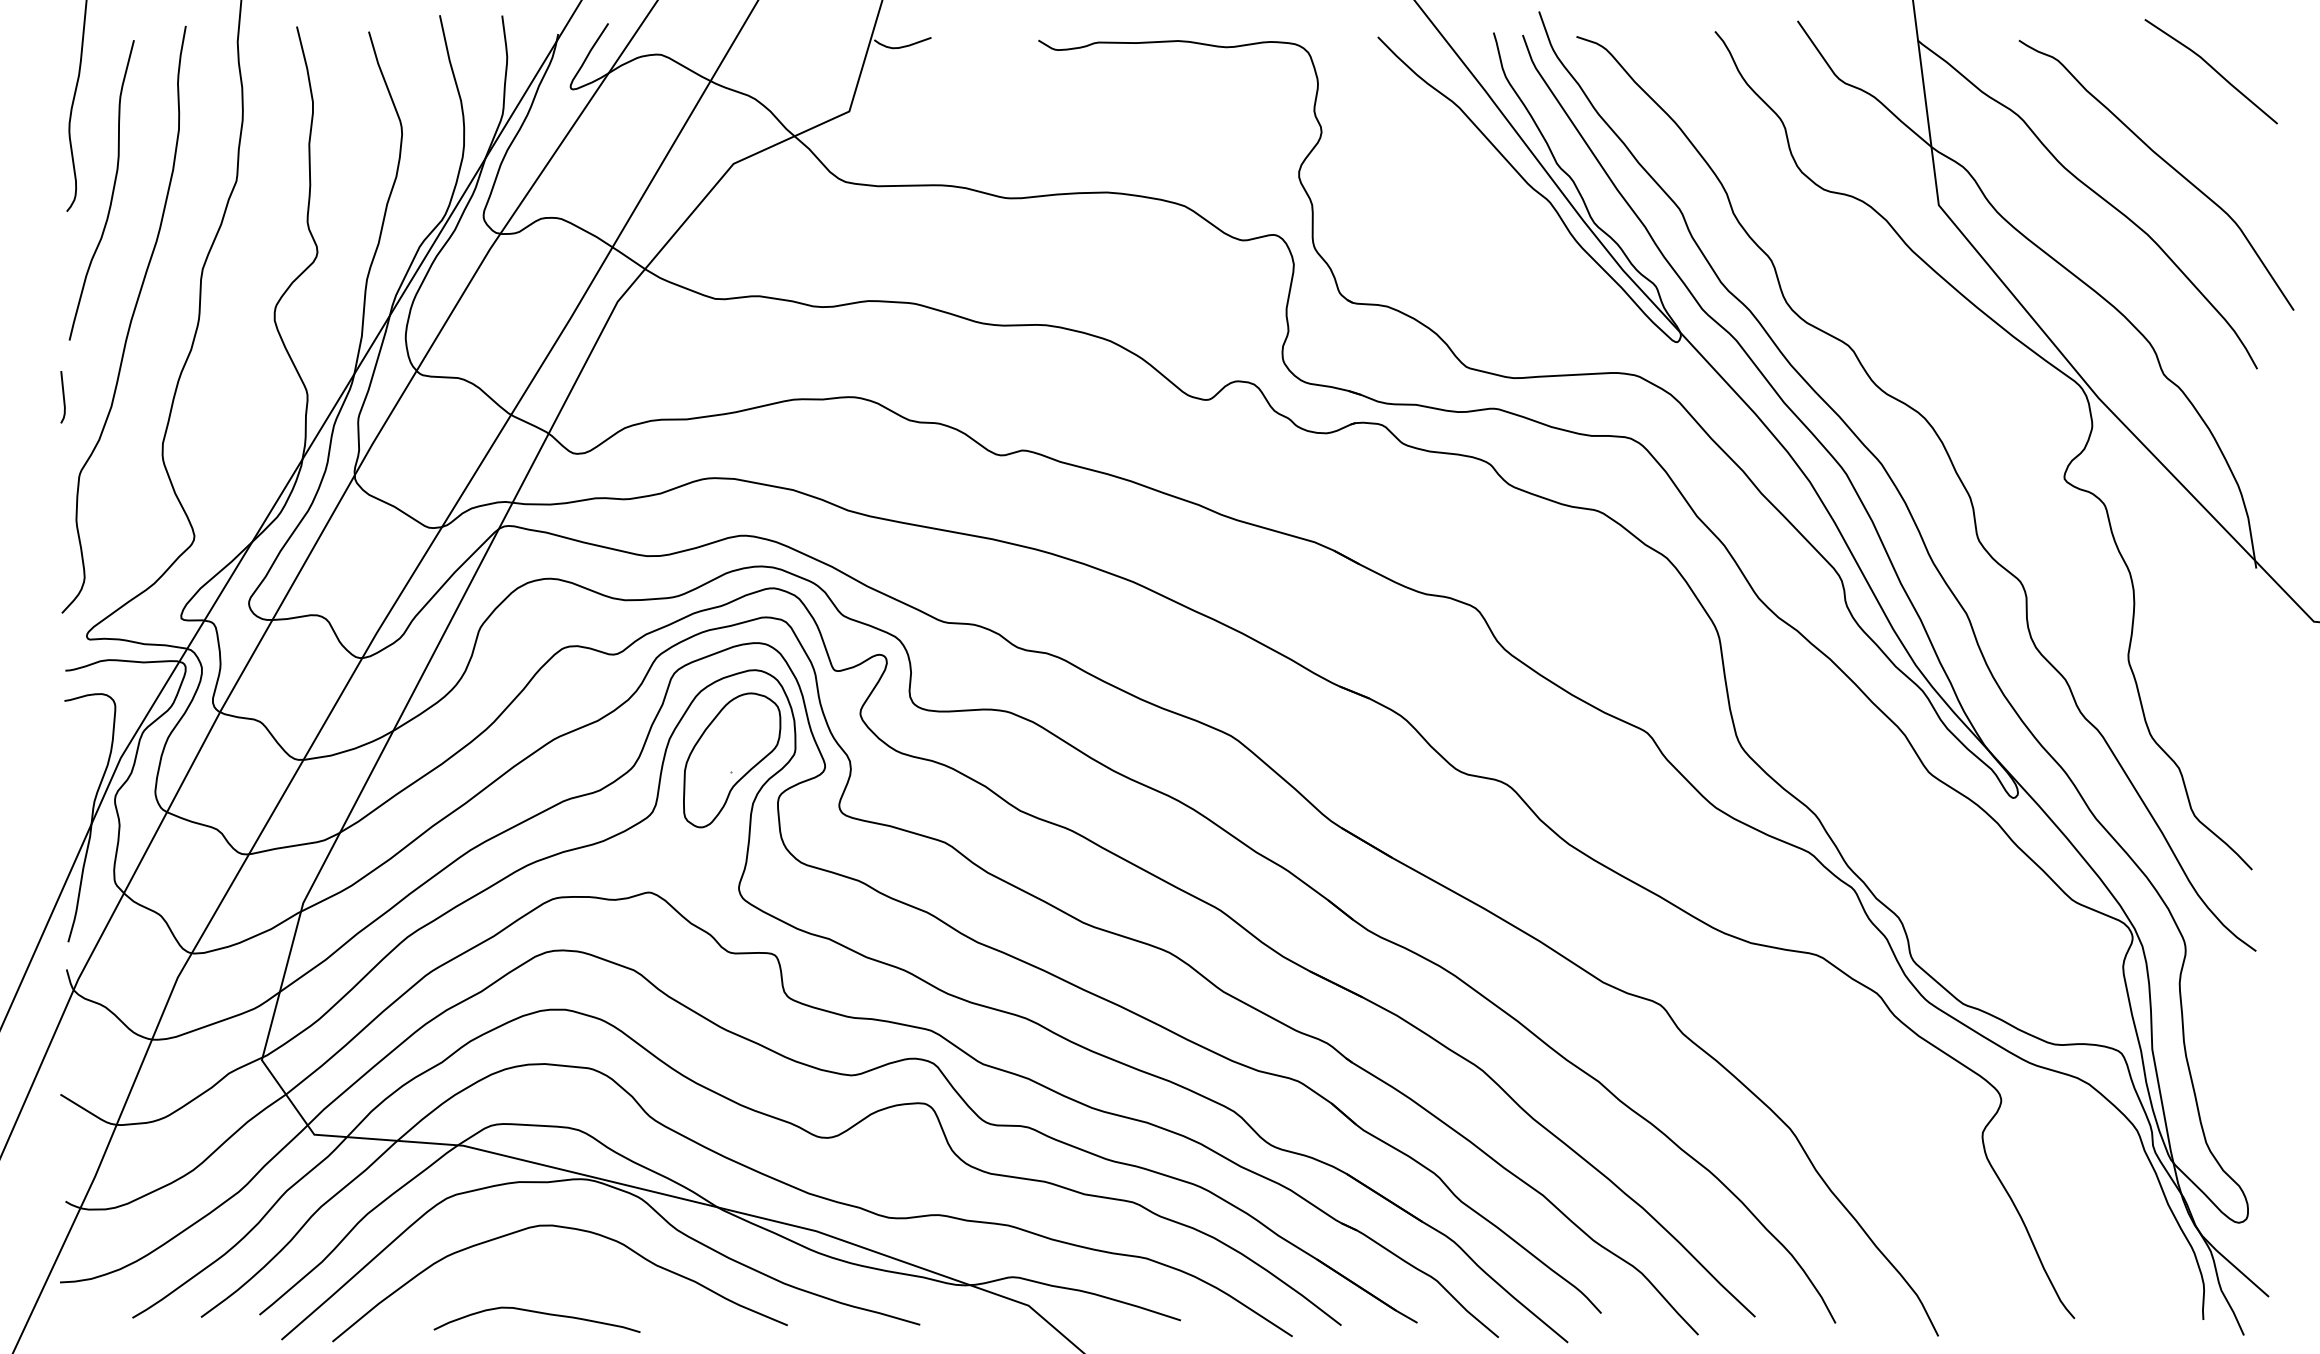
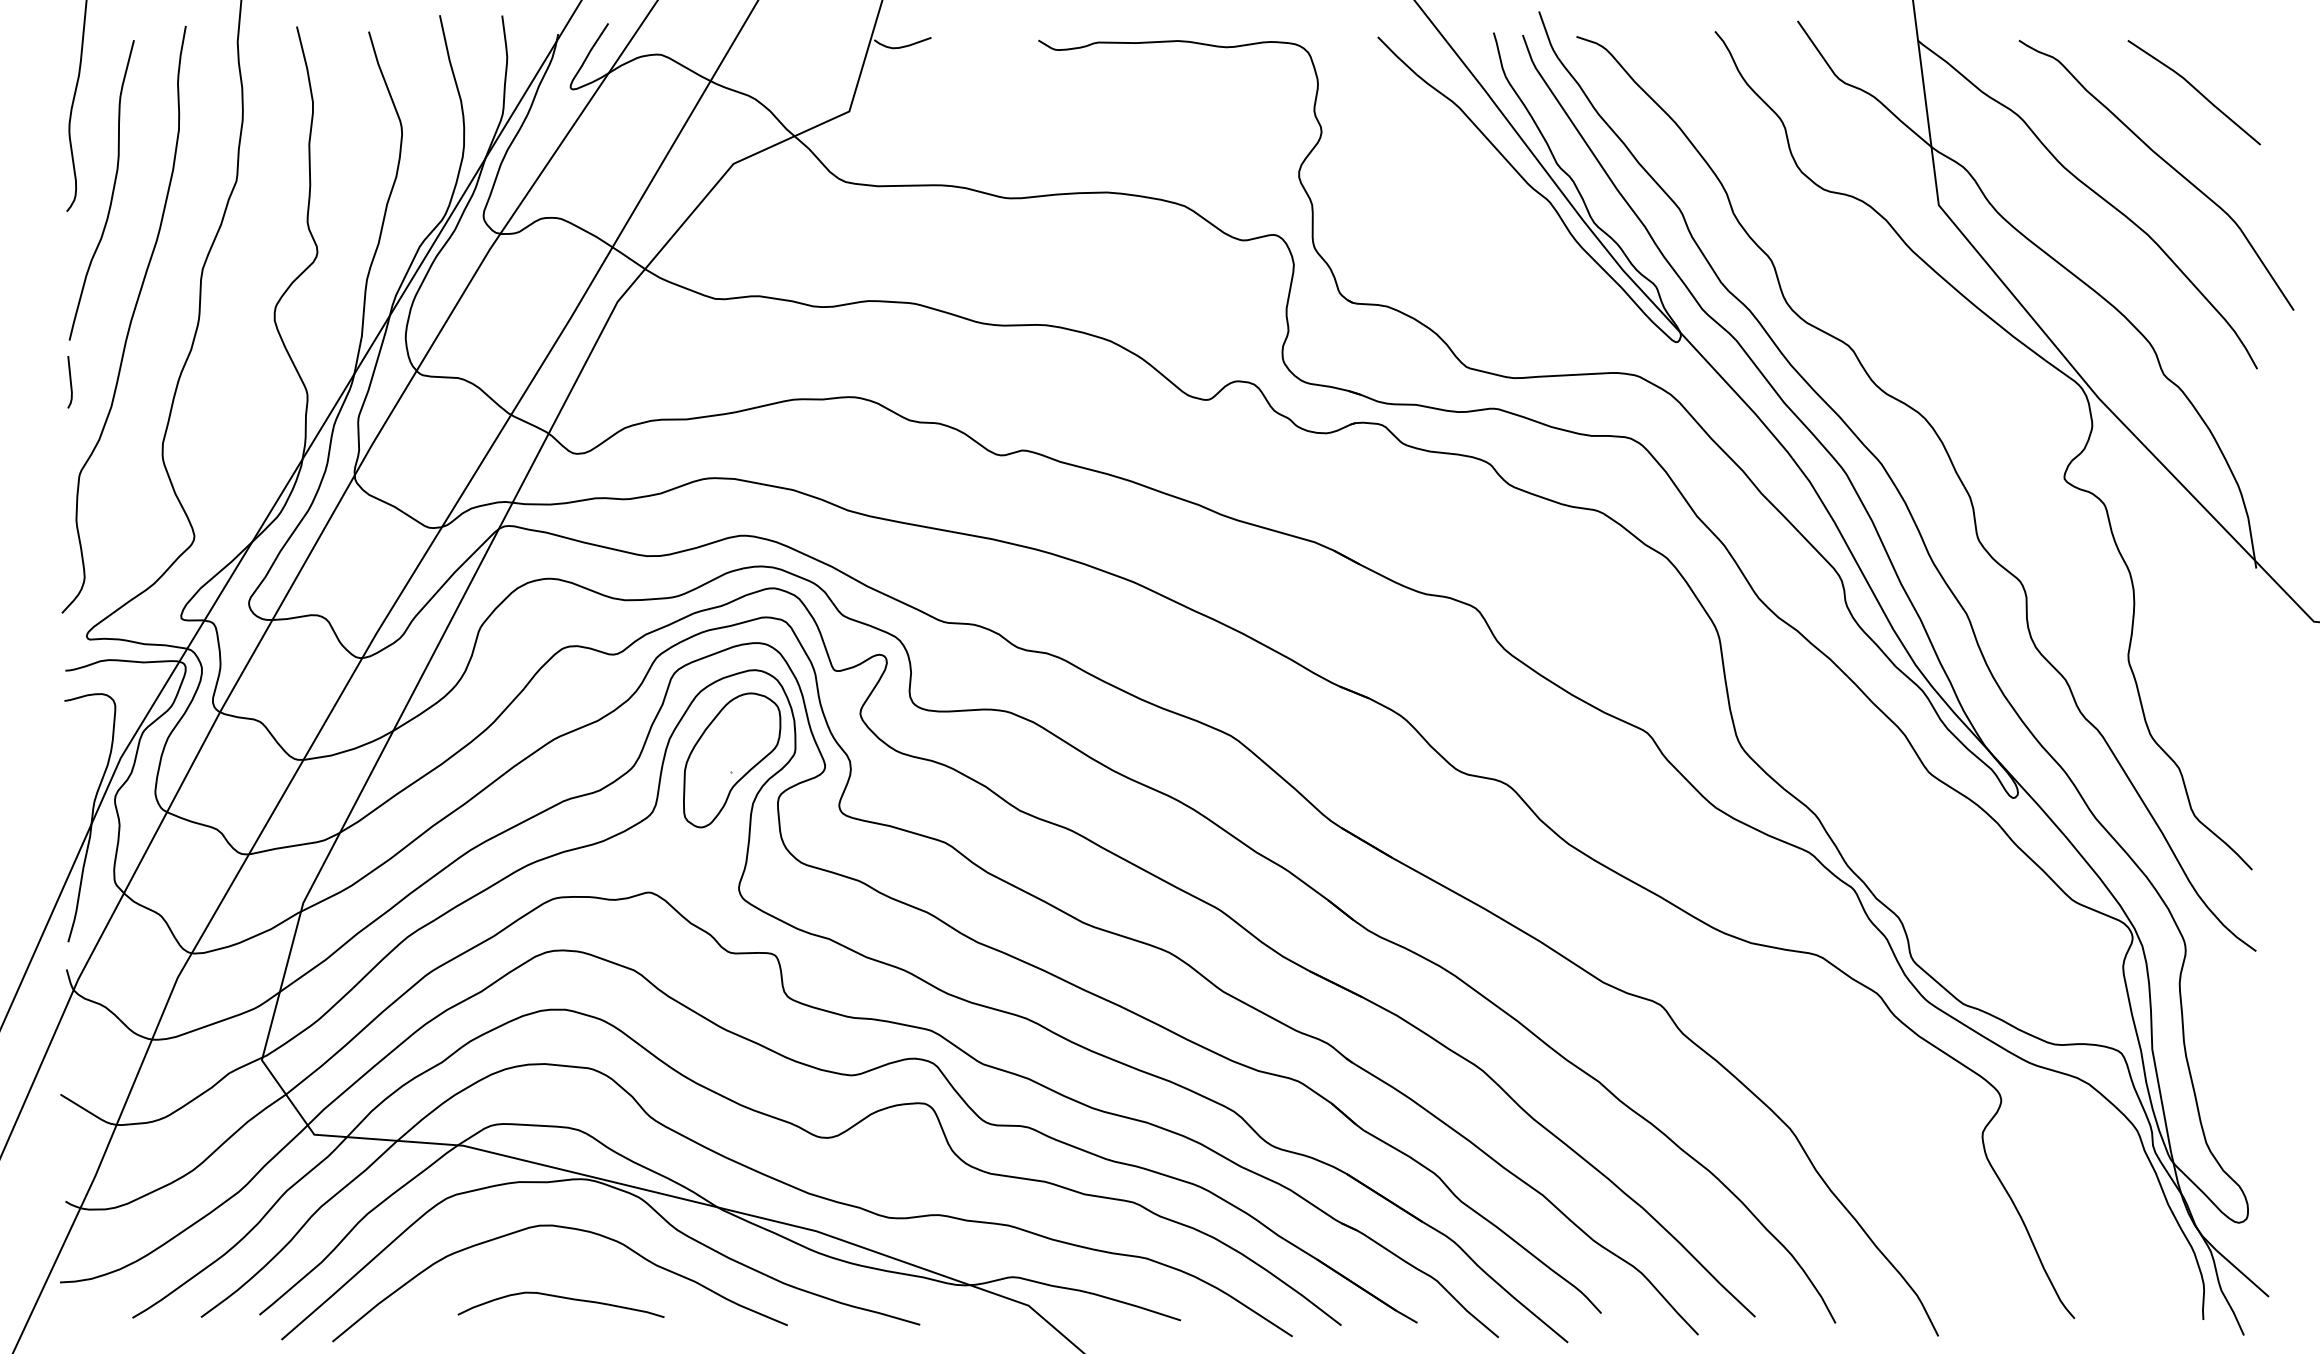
line at (2212, 69) position: (2212, 69) -> (2195, 90)
line at (62, 396) position: (62, 396) -> (69, 381)
curve at (537, 1313) position: (537, 1313) -> (561, 1298)
